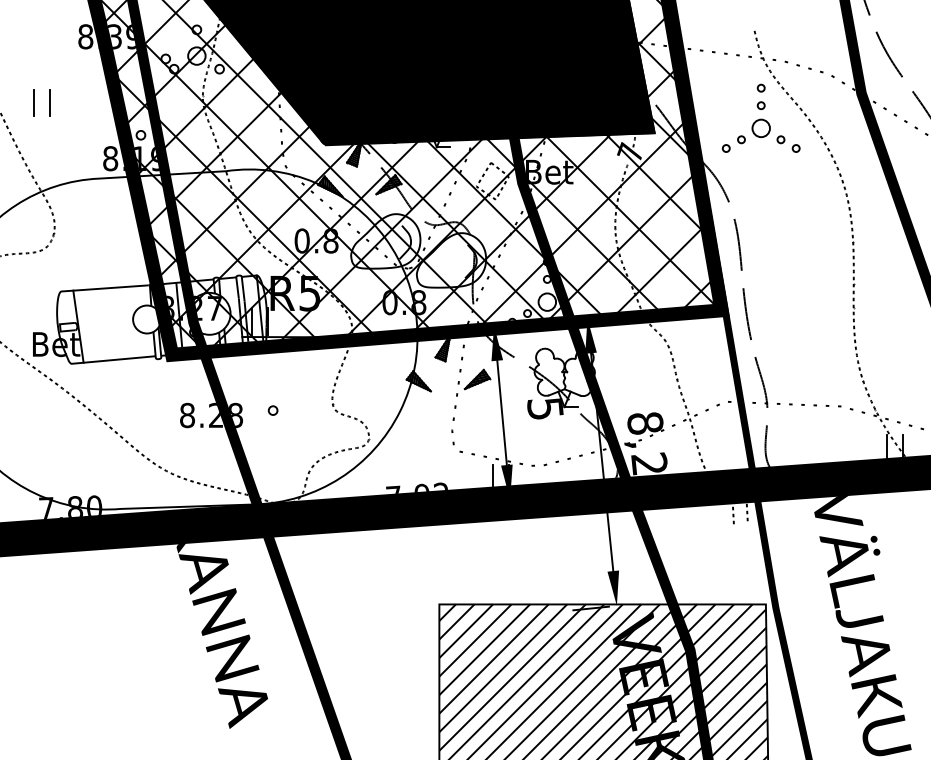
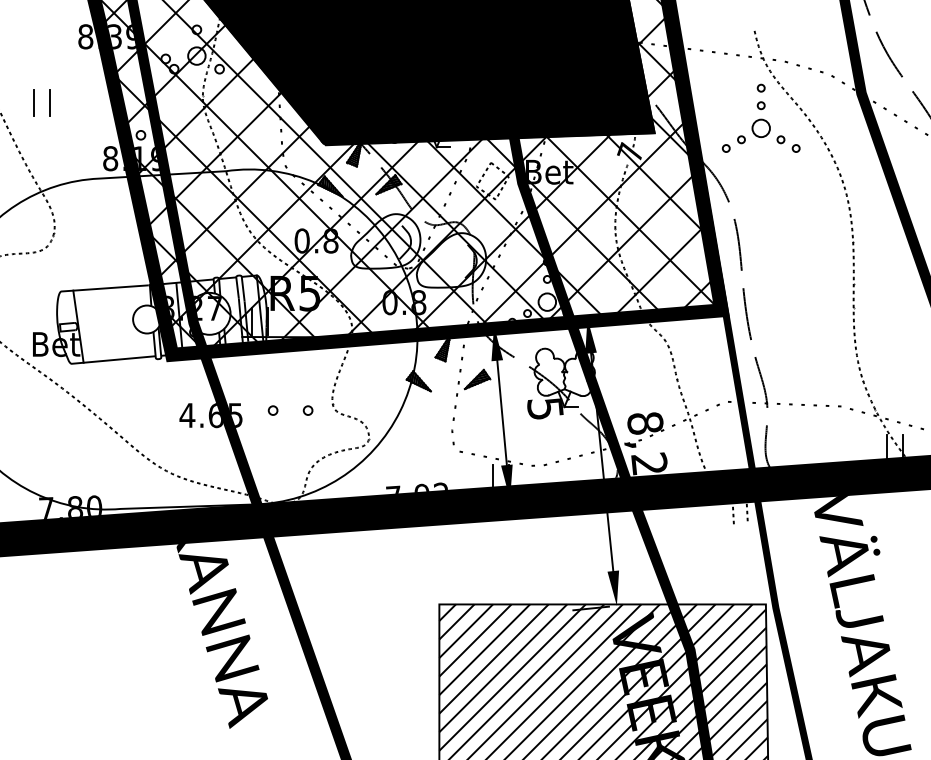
part at (307, 410): none -> present
text at (210, 415): 8.28 -> 4.65
